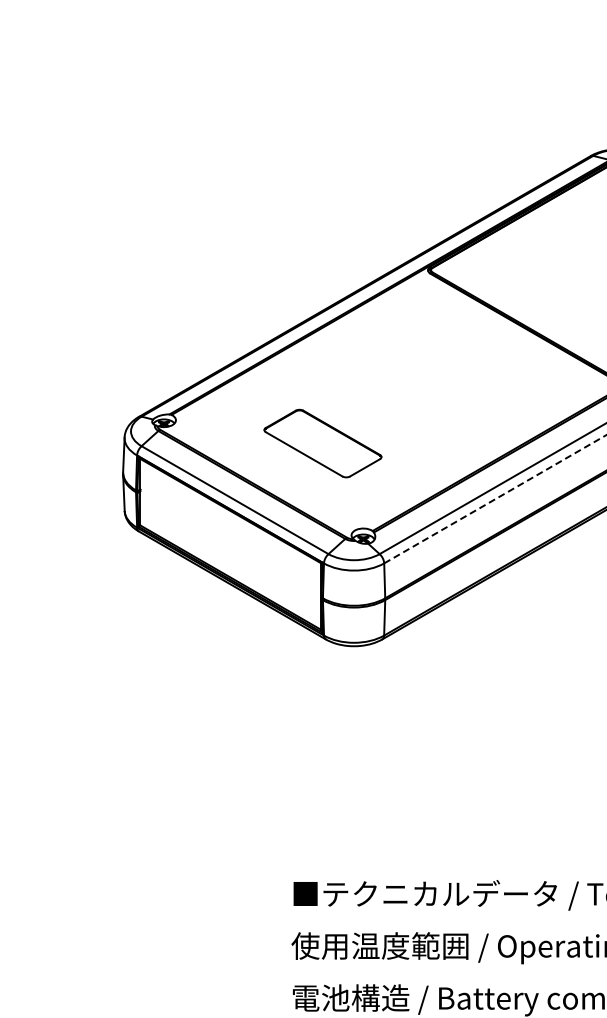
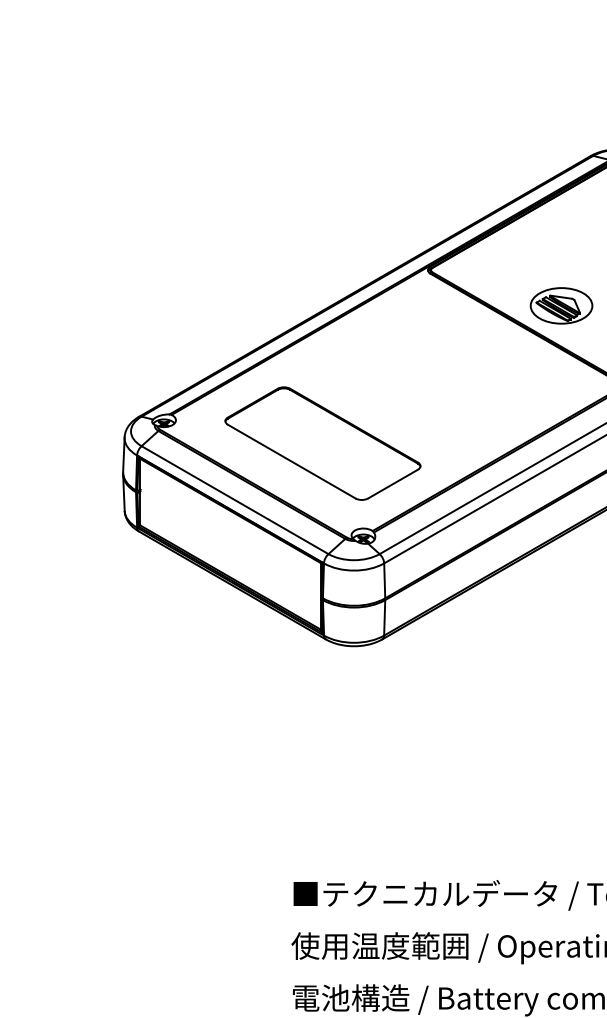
part at (561, 305): none -> present
part at (322, 443) size: 120x71 px -> 198x115 px
line at (495, 498): dashed -> solid
